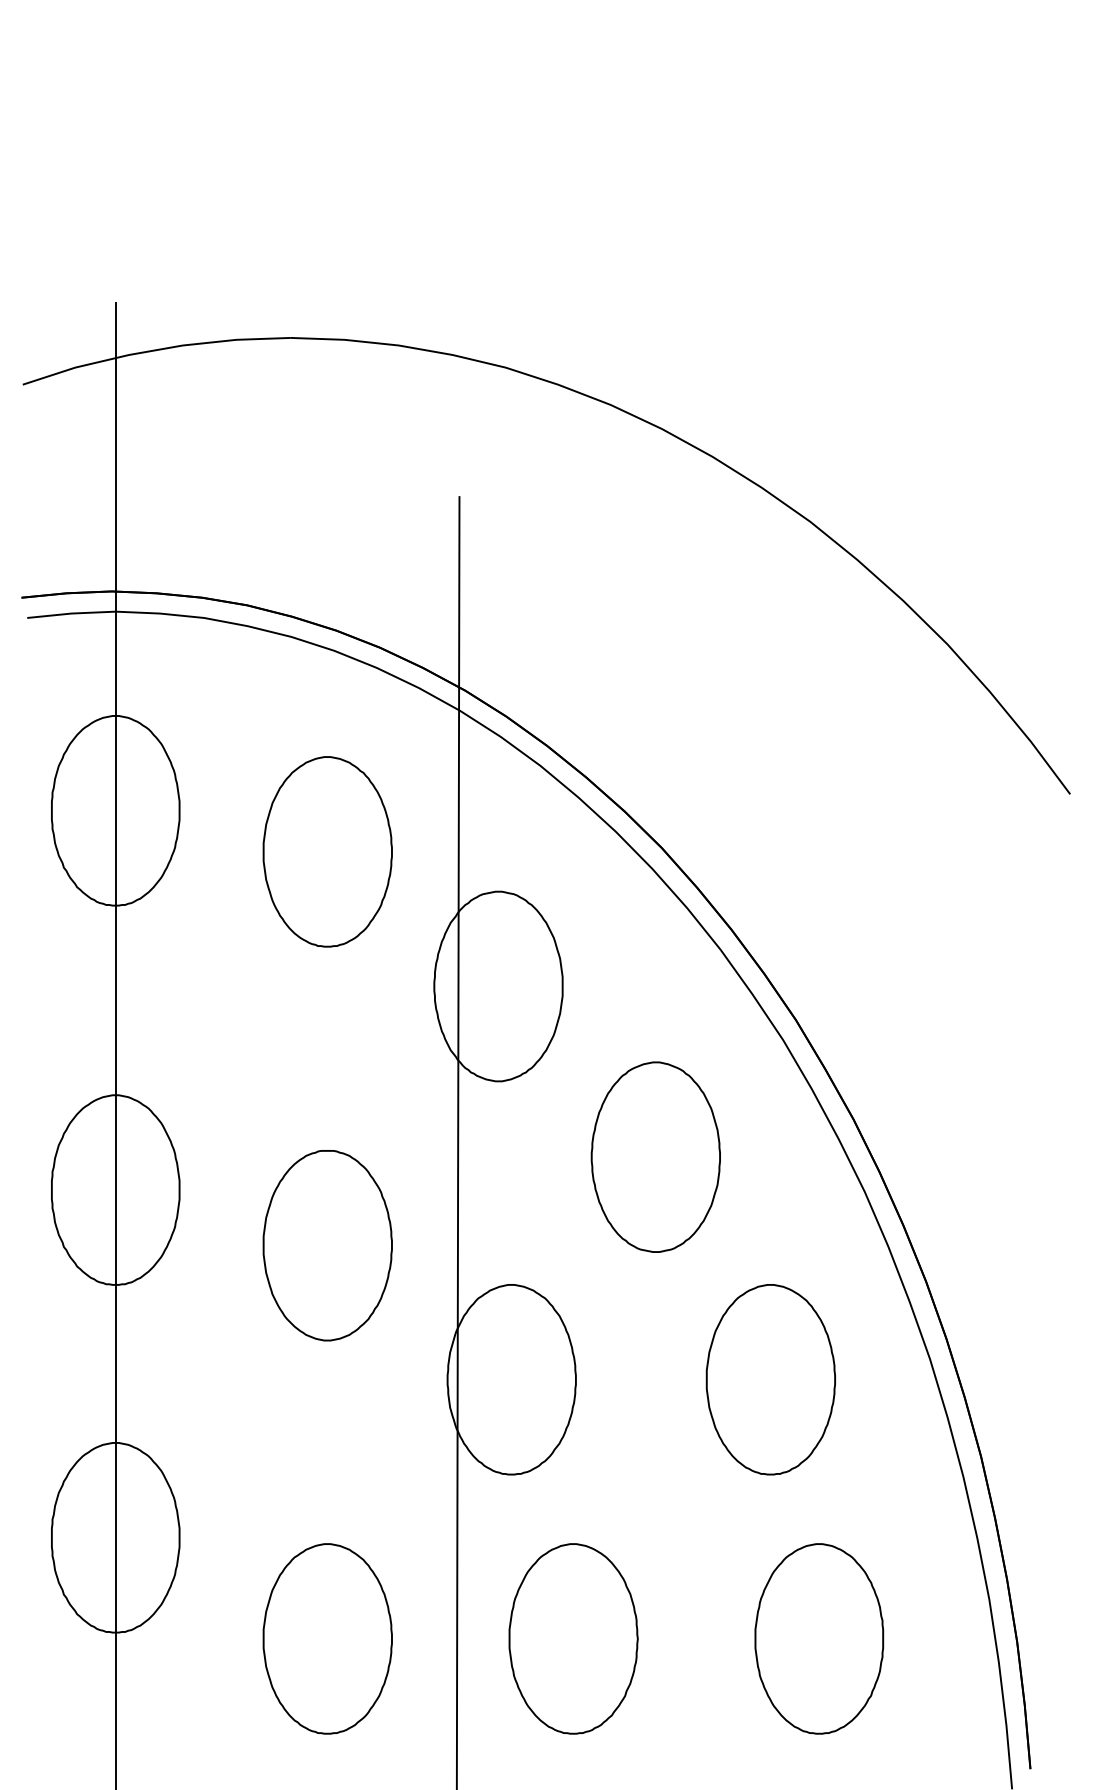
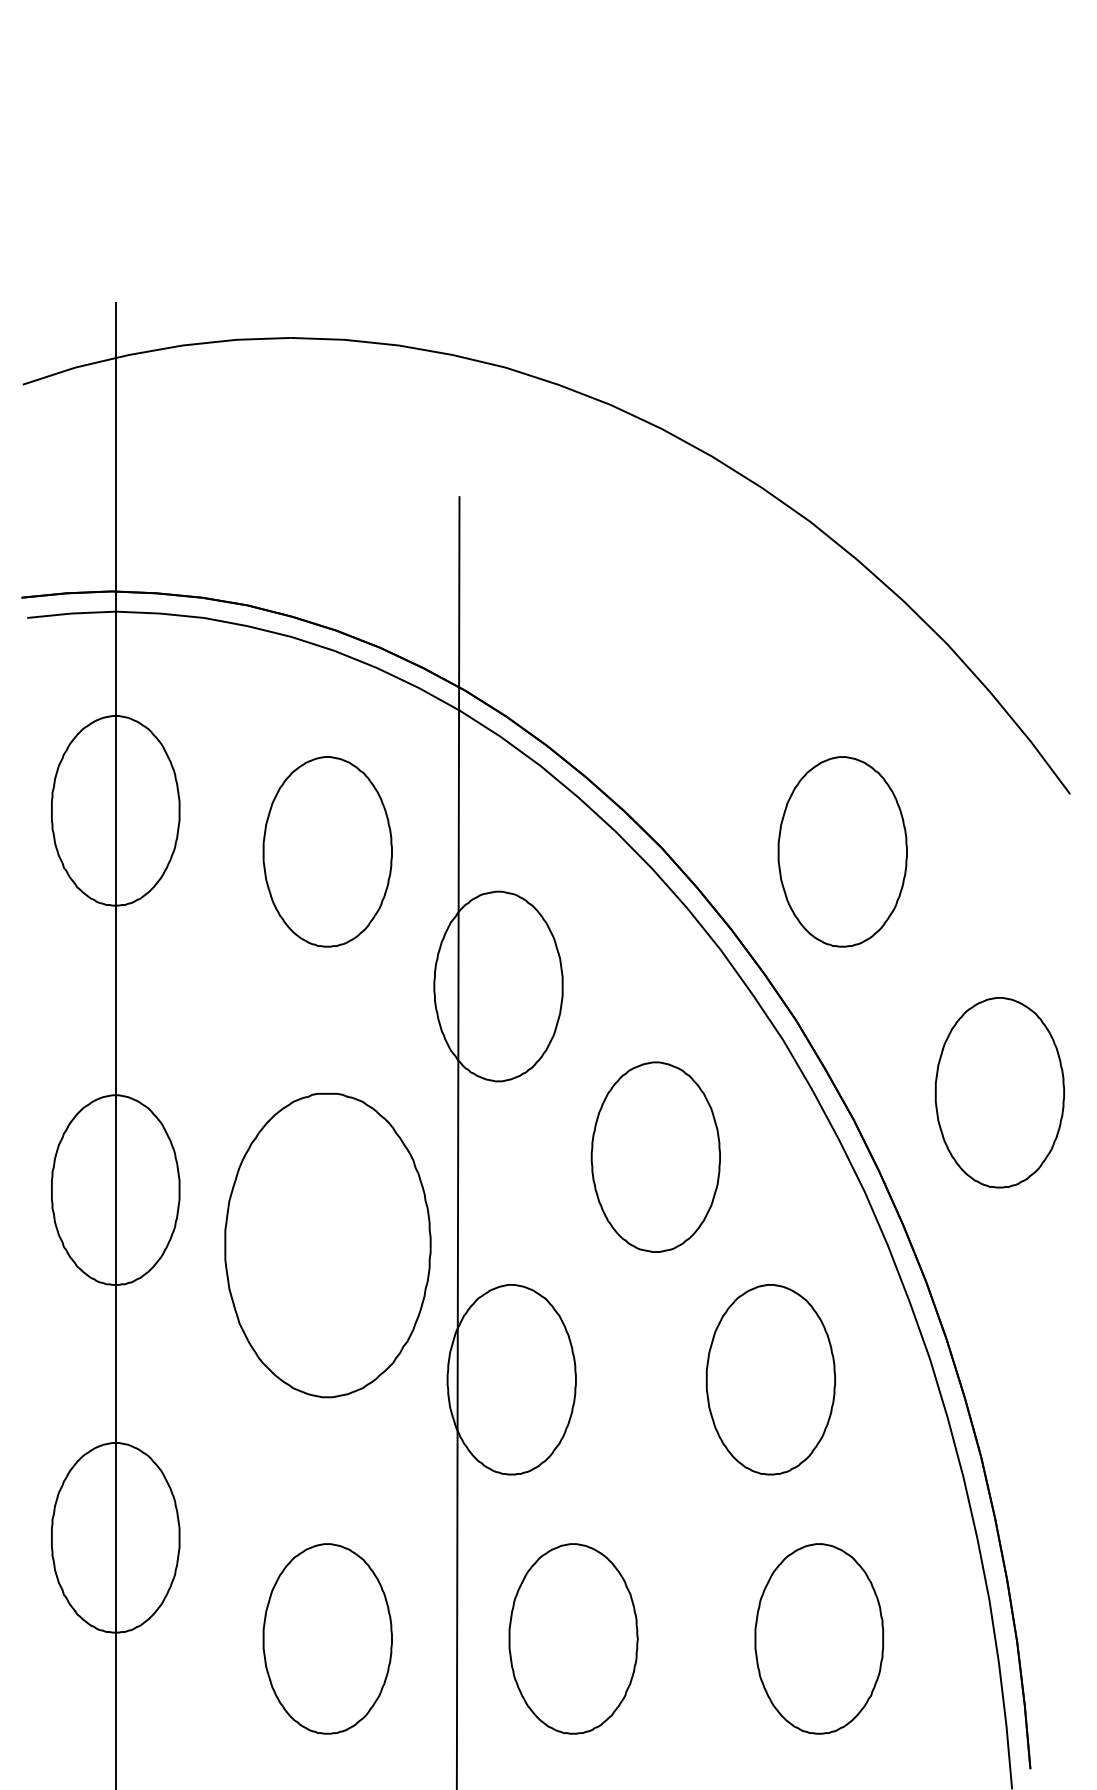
part at (842, 851): none -> present
part at (999, 1092): none -> present
part at (327, 1245) size: 131x192 px -> 208x307 px
